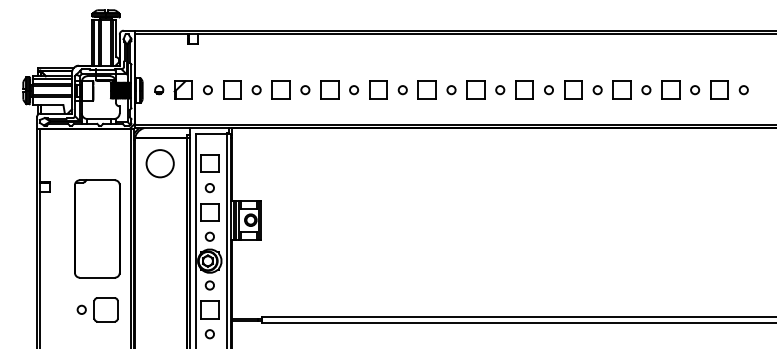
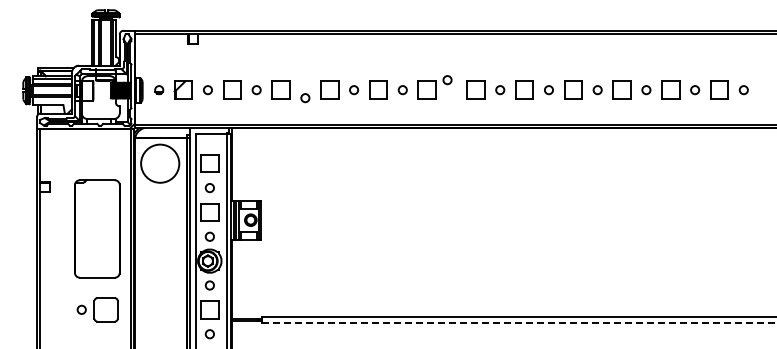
circle at (305, 90) position: (305, 90) -> (305, 98)
circle at (451, 90) position: (451, 90) -> (447, 80)
circle at (159, 163) diameter: 27 px -> 38 px
line at (519, 323): solid -> dashed
